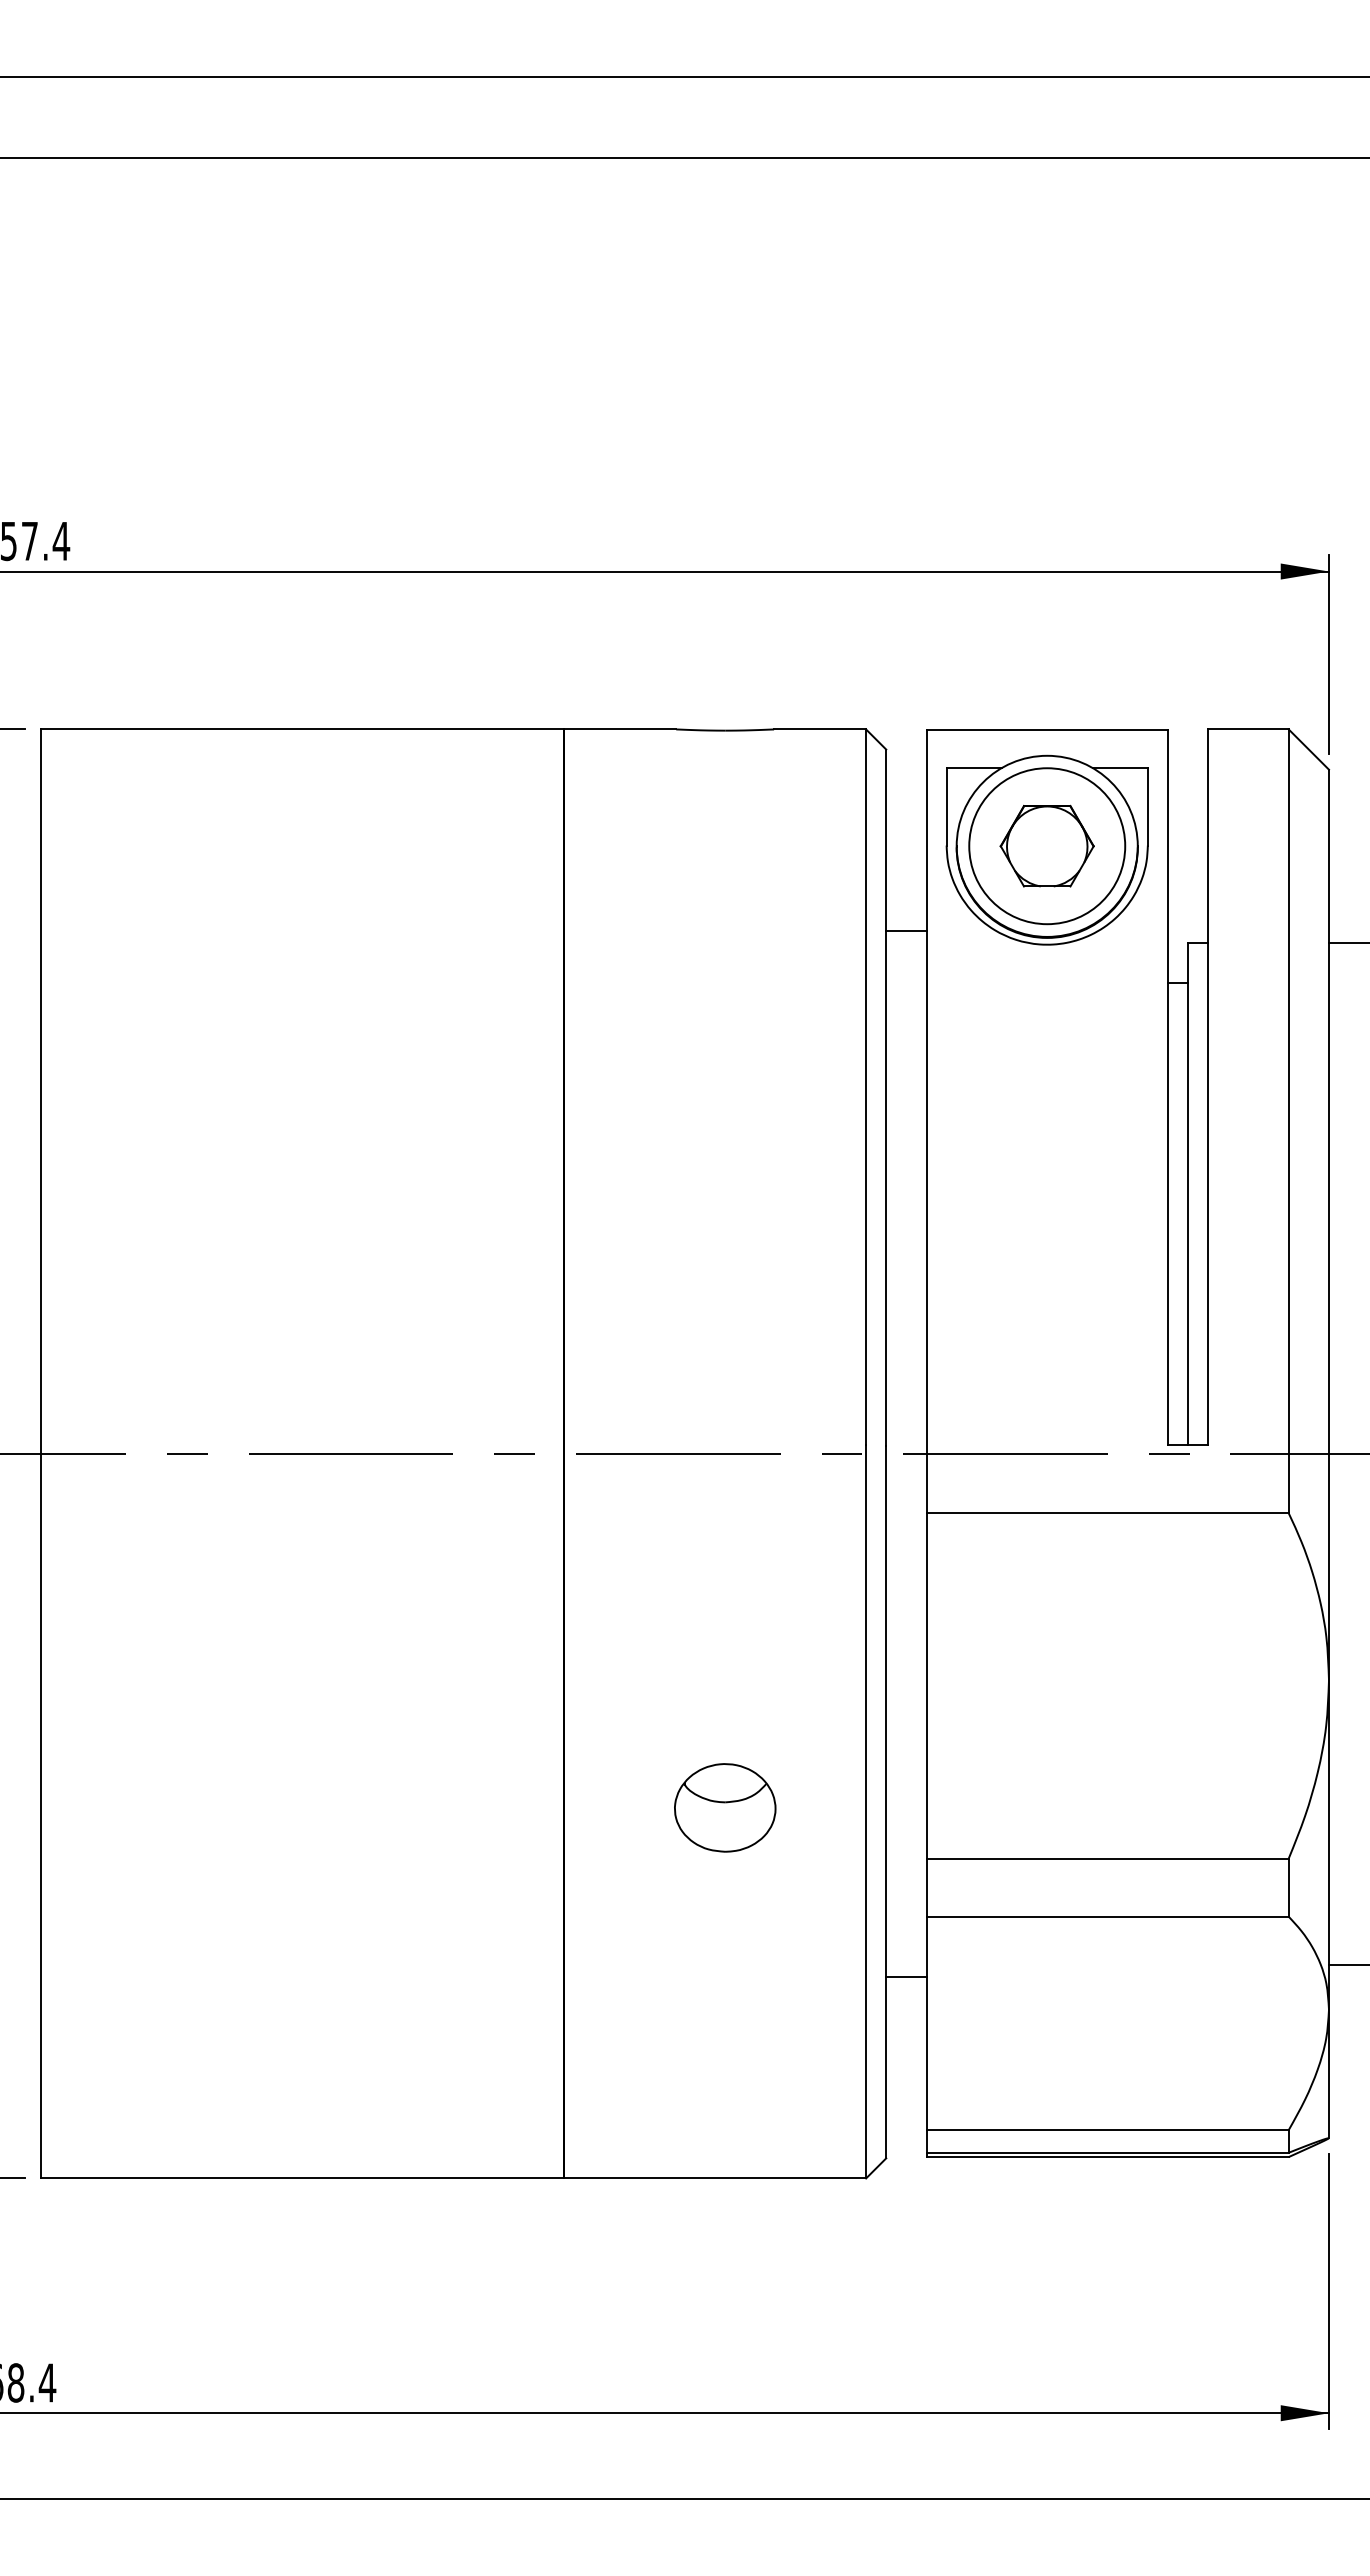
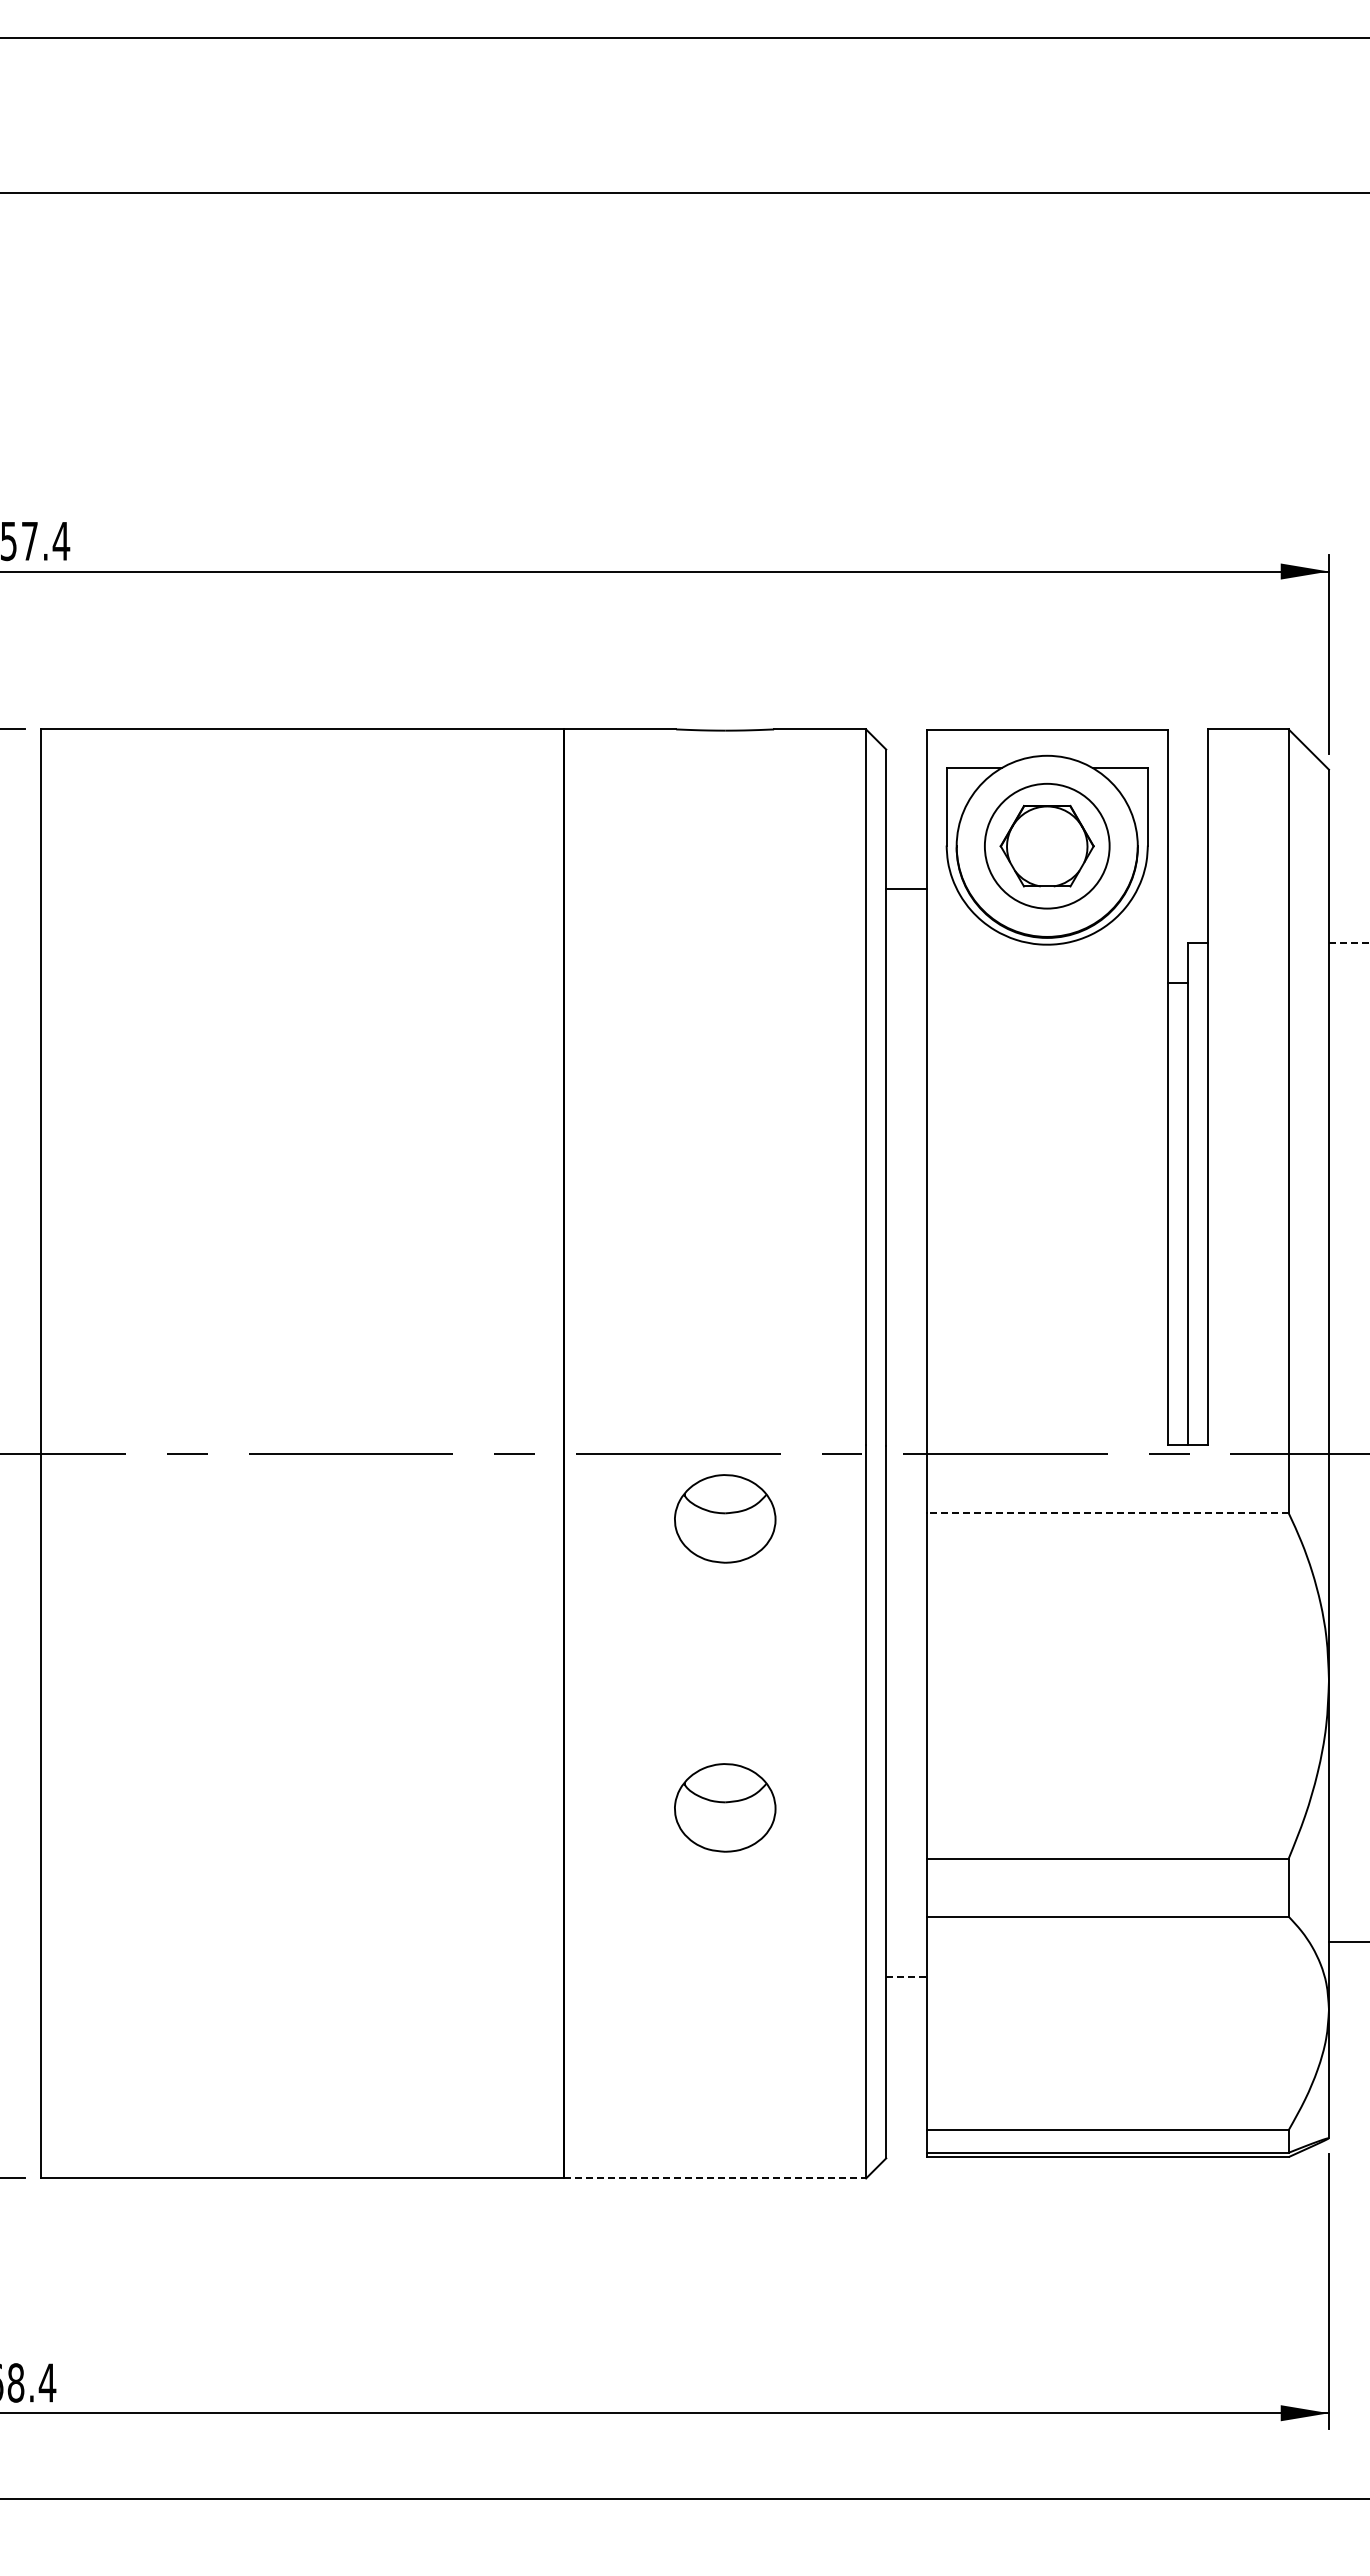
line at (684, 77) position: (684, 77) -> (684, 38)
line at (684, 157) position: (684, 157) -> (684, 192)
circle at (1047, 846) diameter: 156 px -> 125 px
line at (906, 930) position: (906, 930) -> (906, 888)
line at (1348, 942): solid -> dashed
line at (1107, 1513): solid -> dashed
part at (725, 1518): none -> present
line at (1347, 1965) position: (1347, 1965) -> (1347, 1942)
line at (906, 1977): solid -> dashed
line at (715, 2178): solid -> dashed
